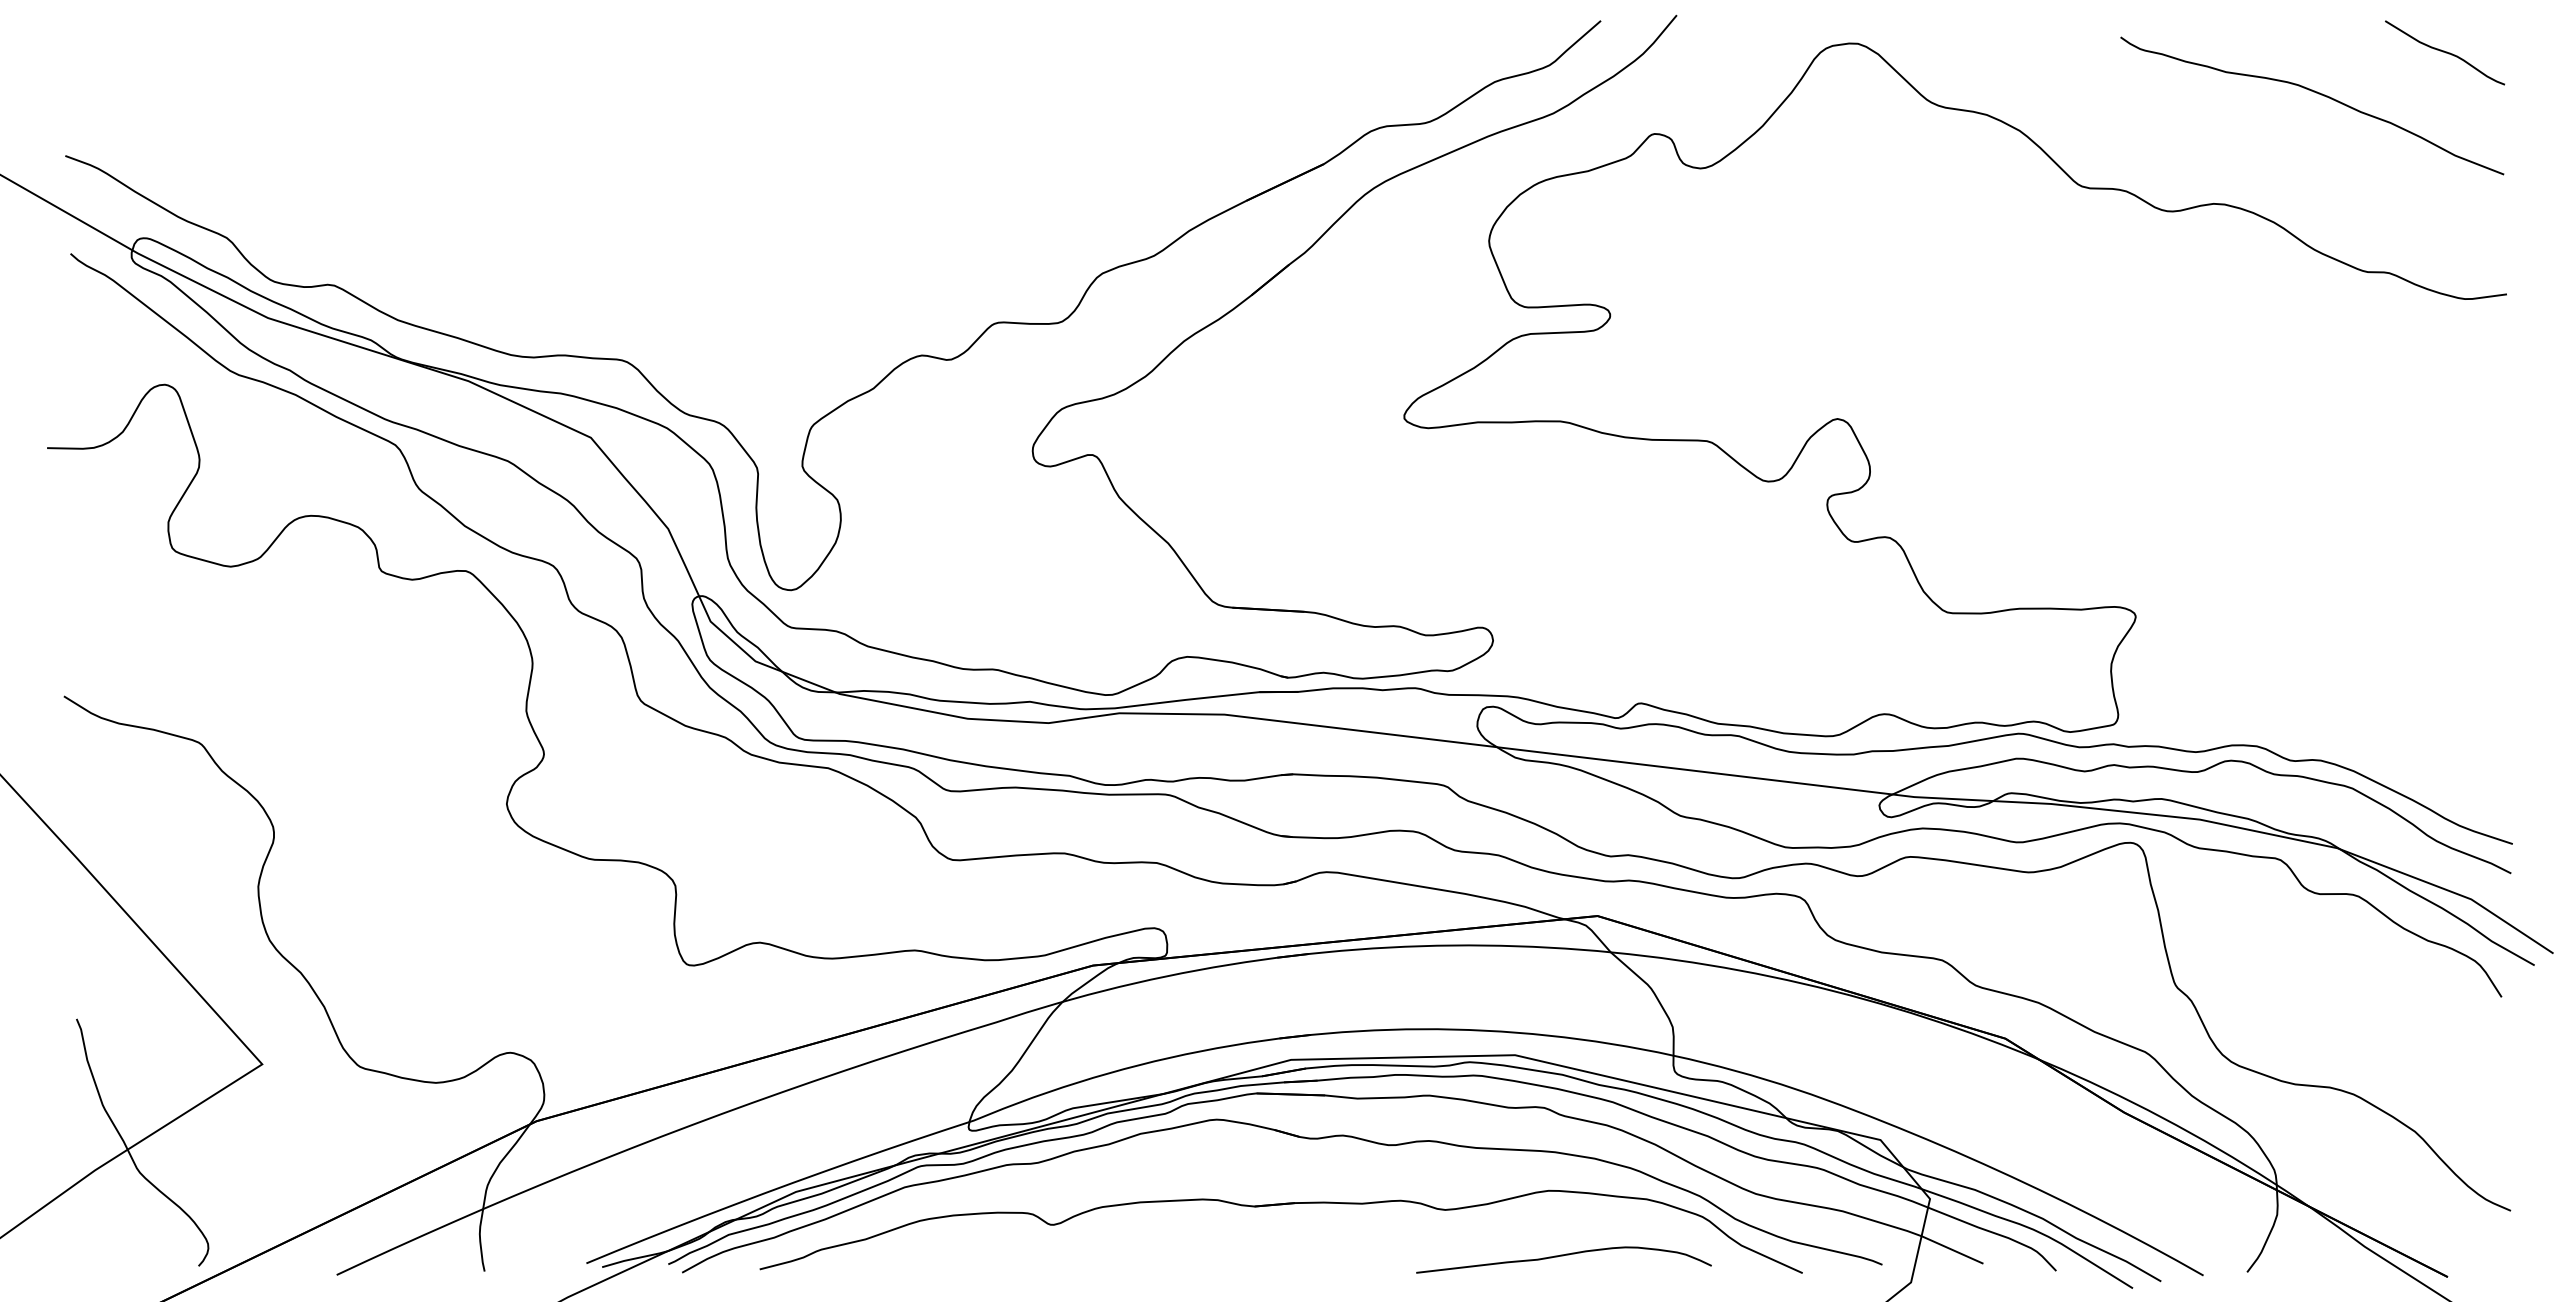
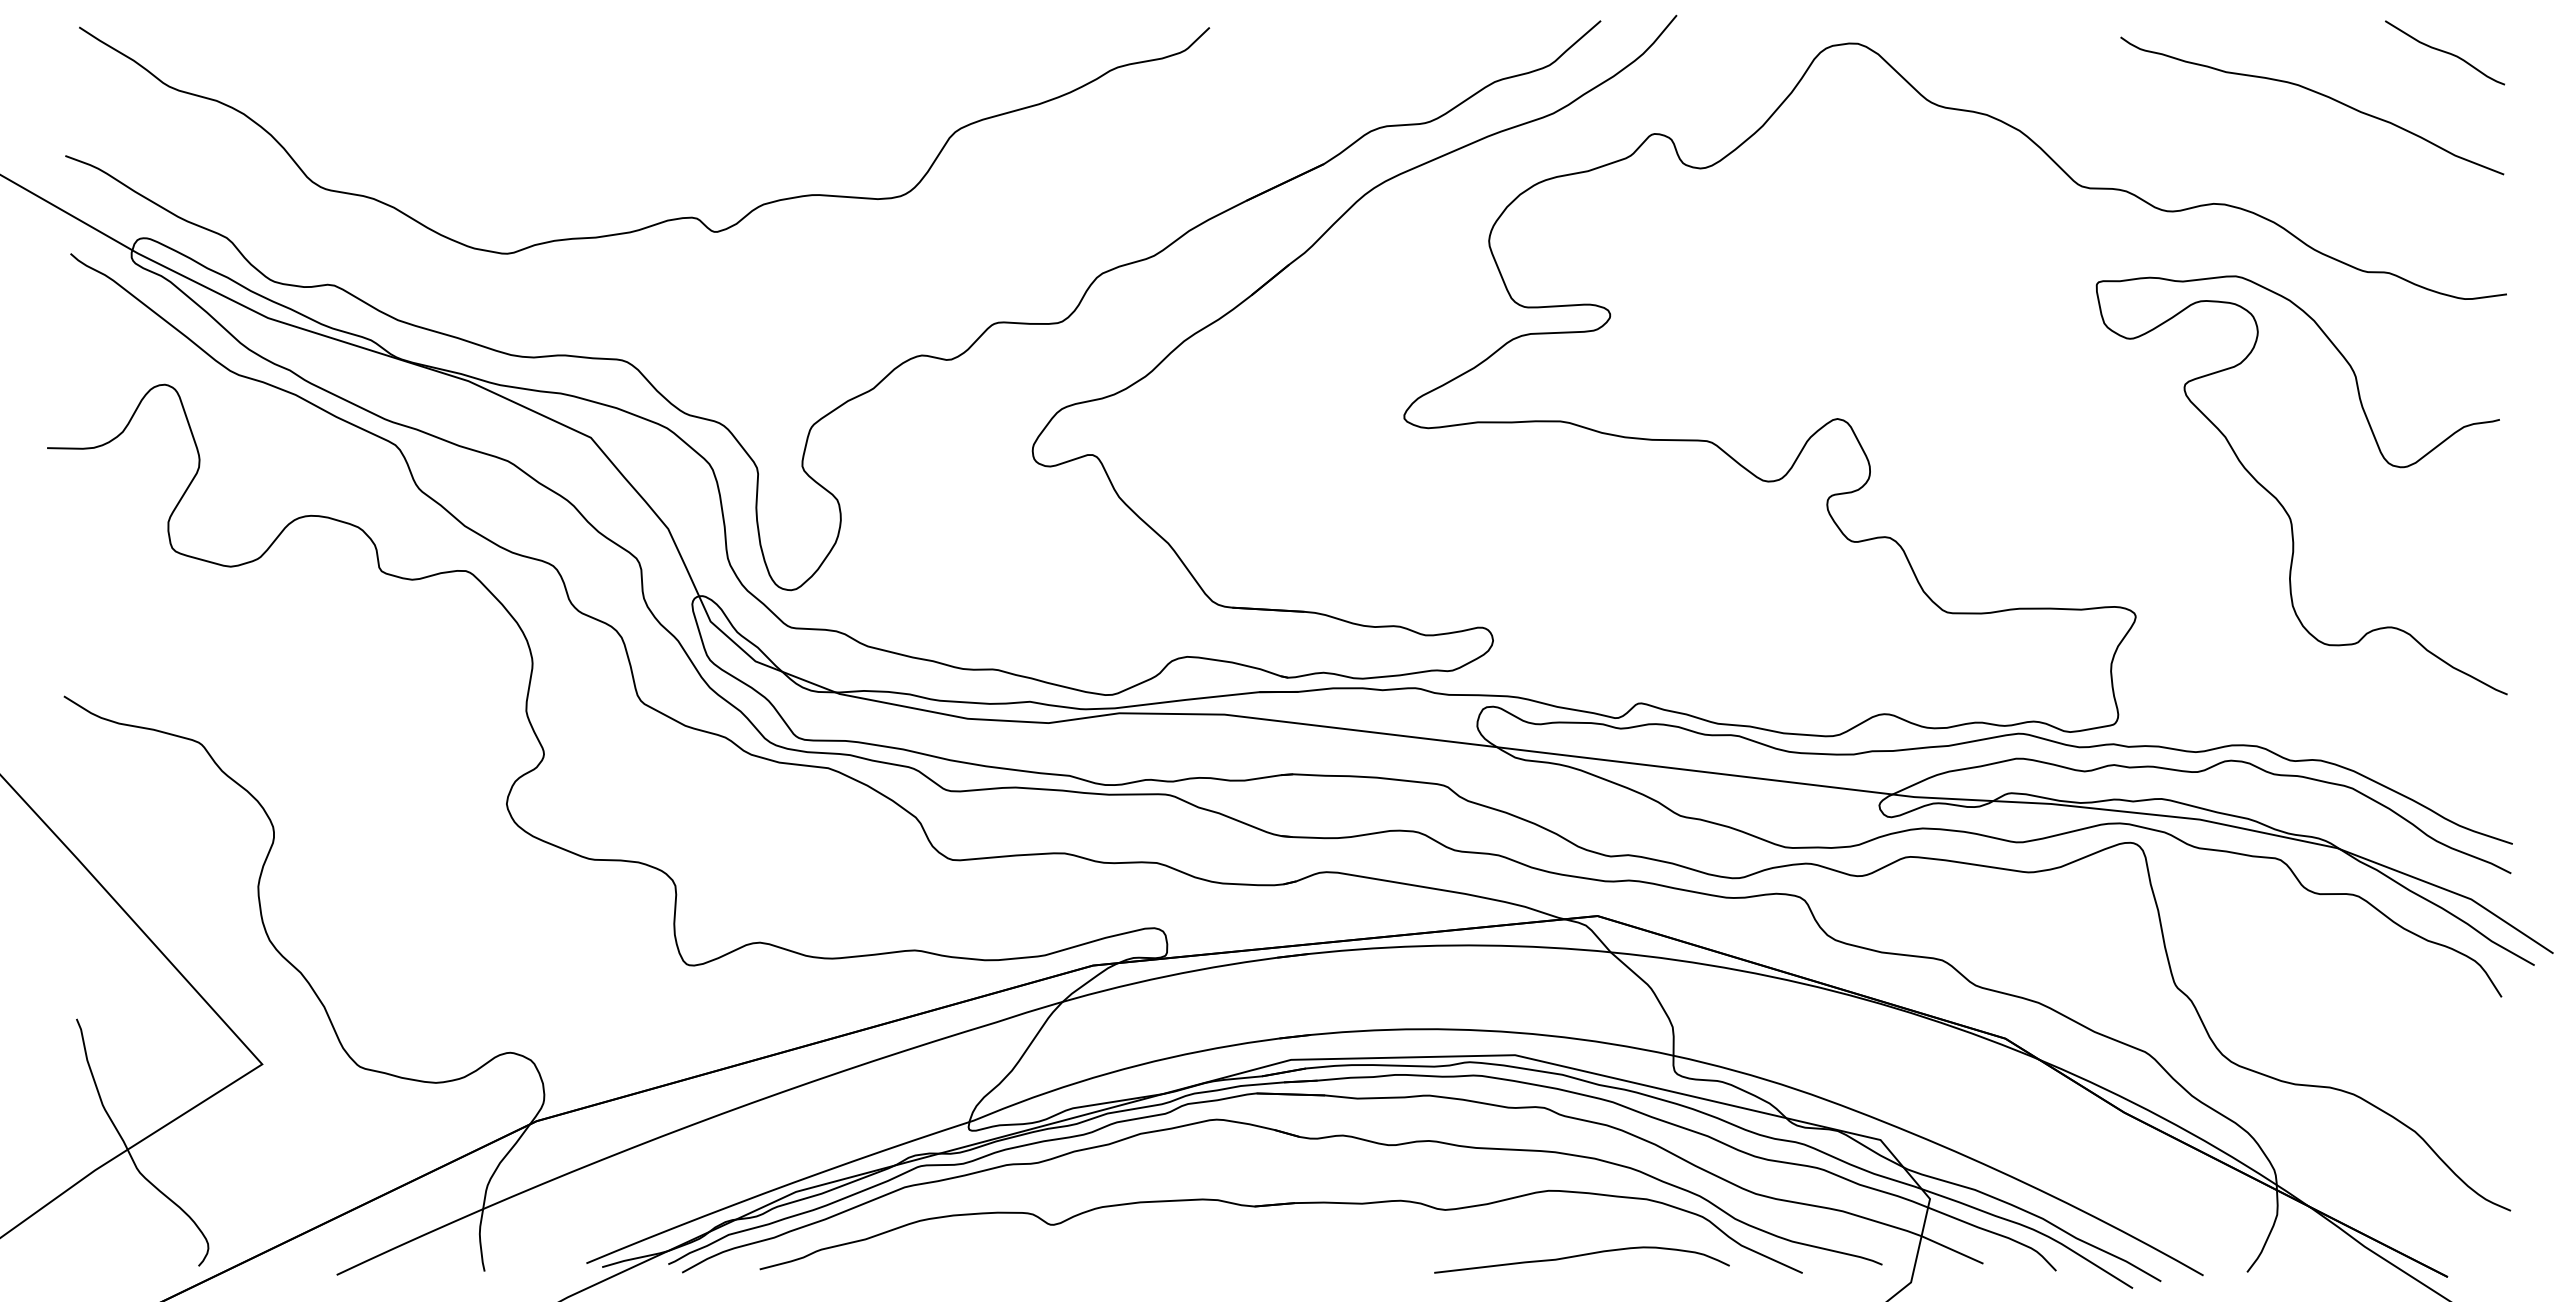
curve at (667, 219): none -> present
curve at (2282, 504): none -> present
curve at (1563, 1256) position: (1563, 1256) -> (1581, 1256)
